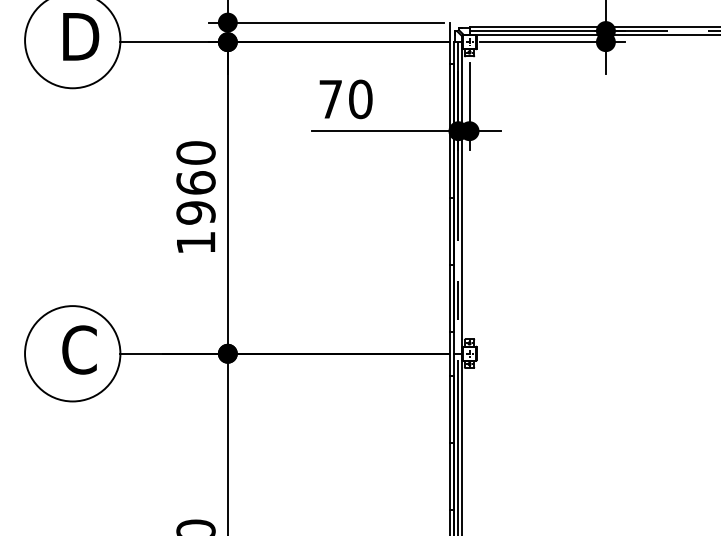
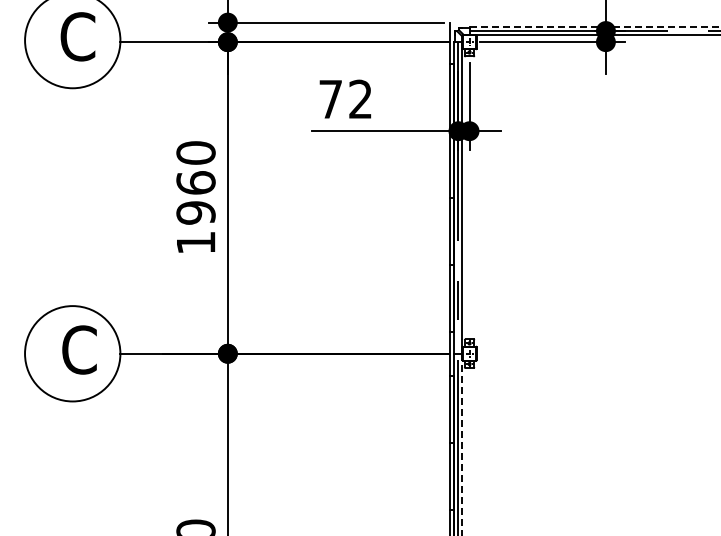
line at (595, 26): solid -> dashed
text at (79, 36): D -> C
text at (360, 99): 70 -> 72
line at (462, 444): solid -> dashed
